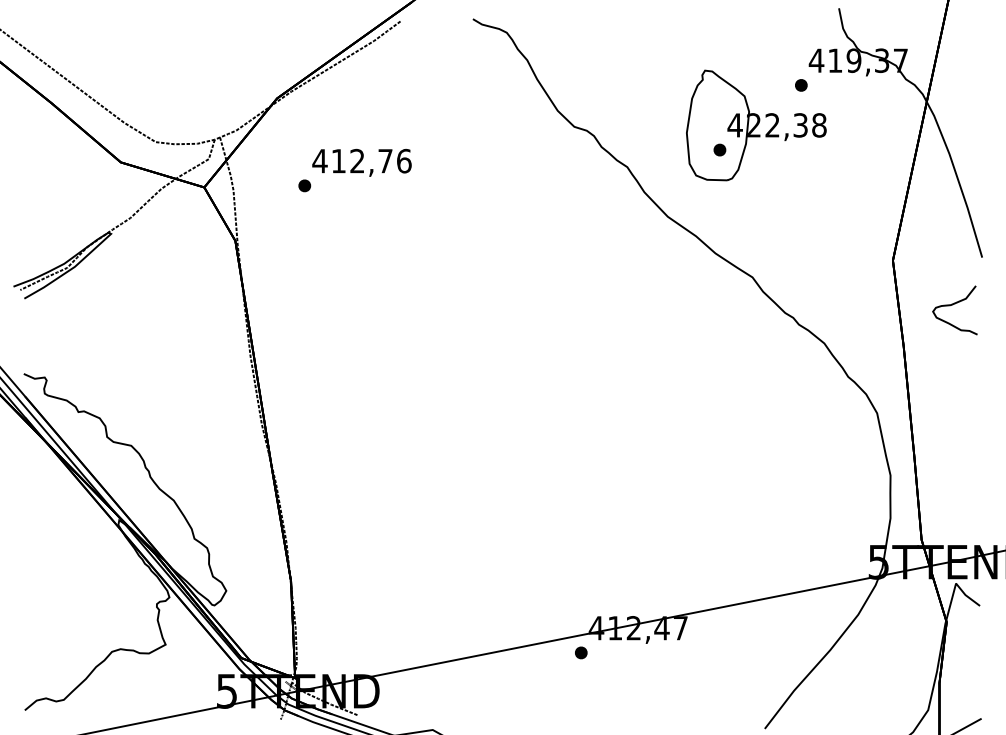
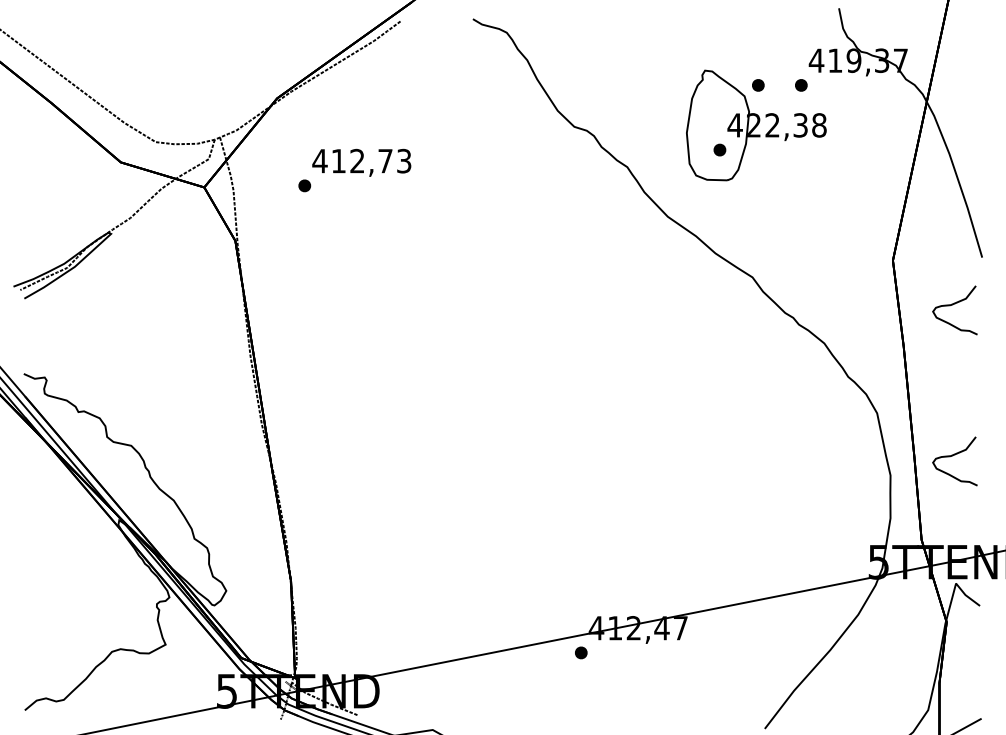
part at (758, 85): none -> present
text at (404, 160): 412,76 -> 412,73
curve at (952, 456): none -> present
